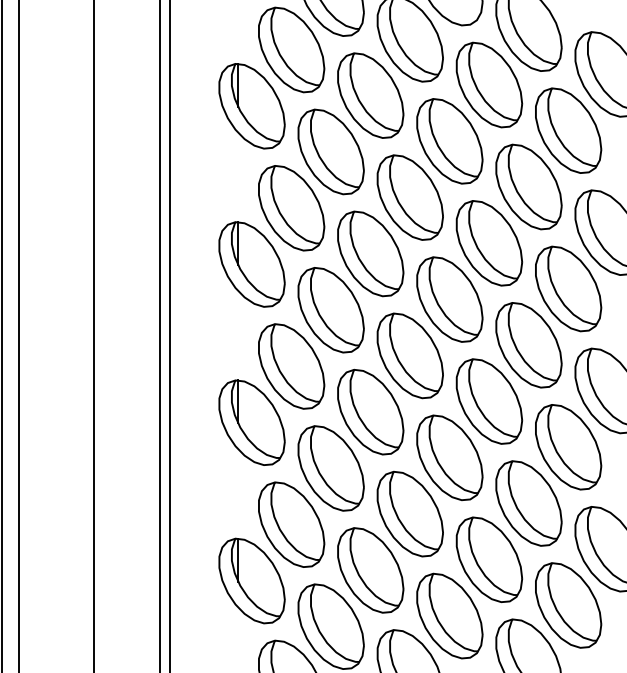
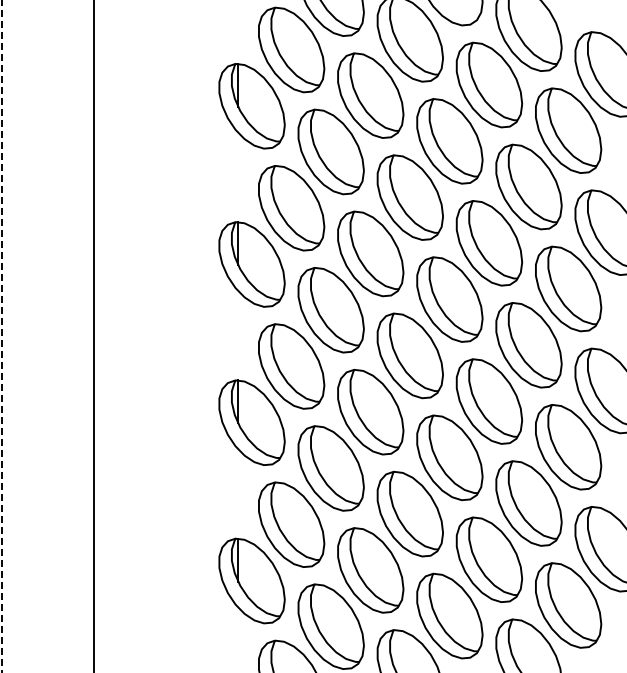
line at (18, 335): present -> none
line at (160, 335): present -> none
line at (170, 335): present -> none
line at (1, 336): solid -> dashed
